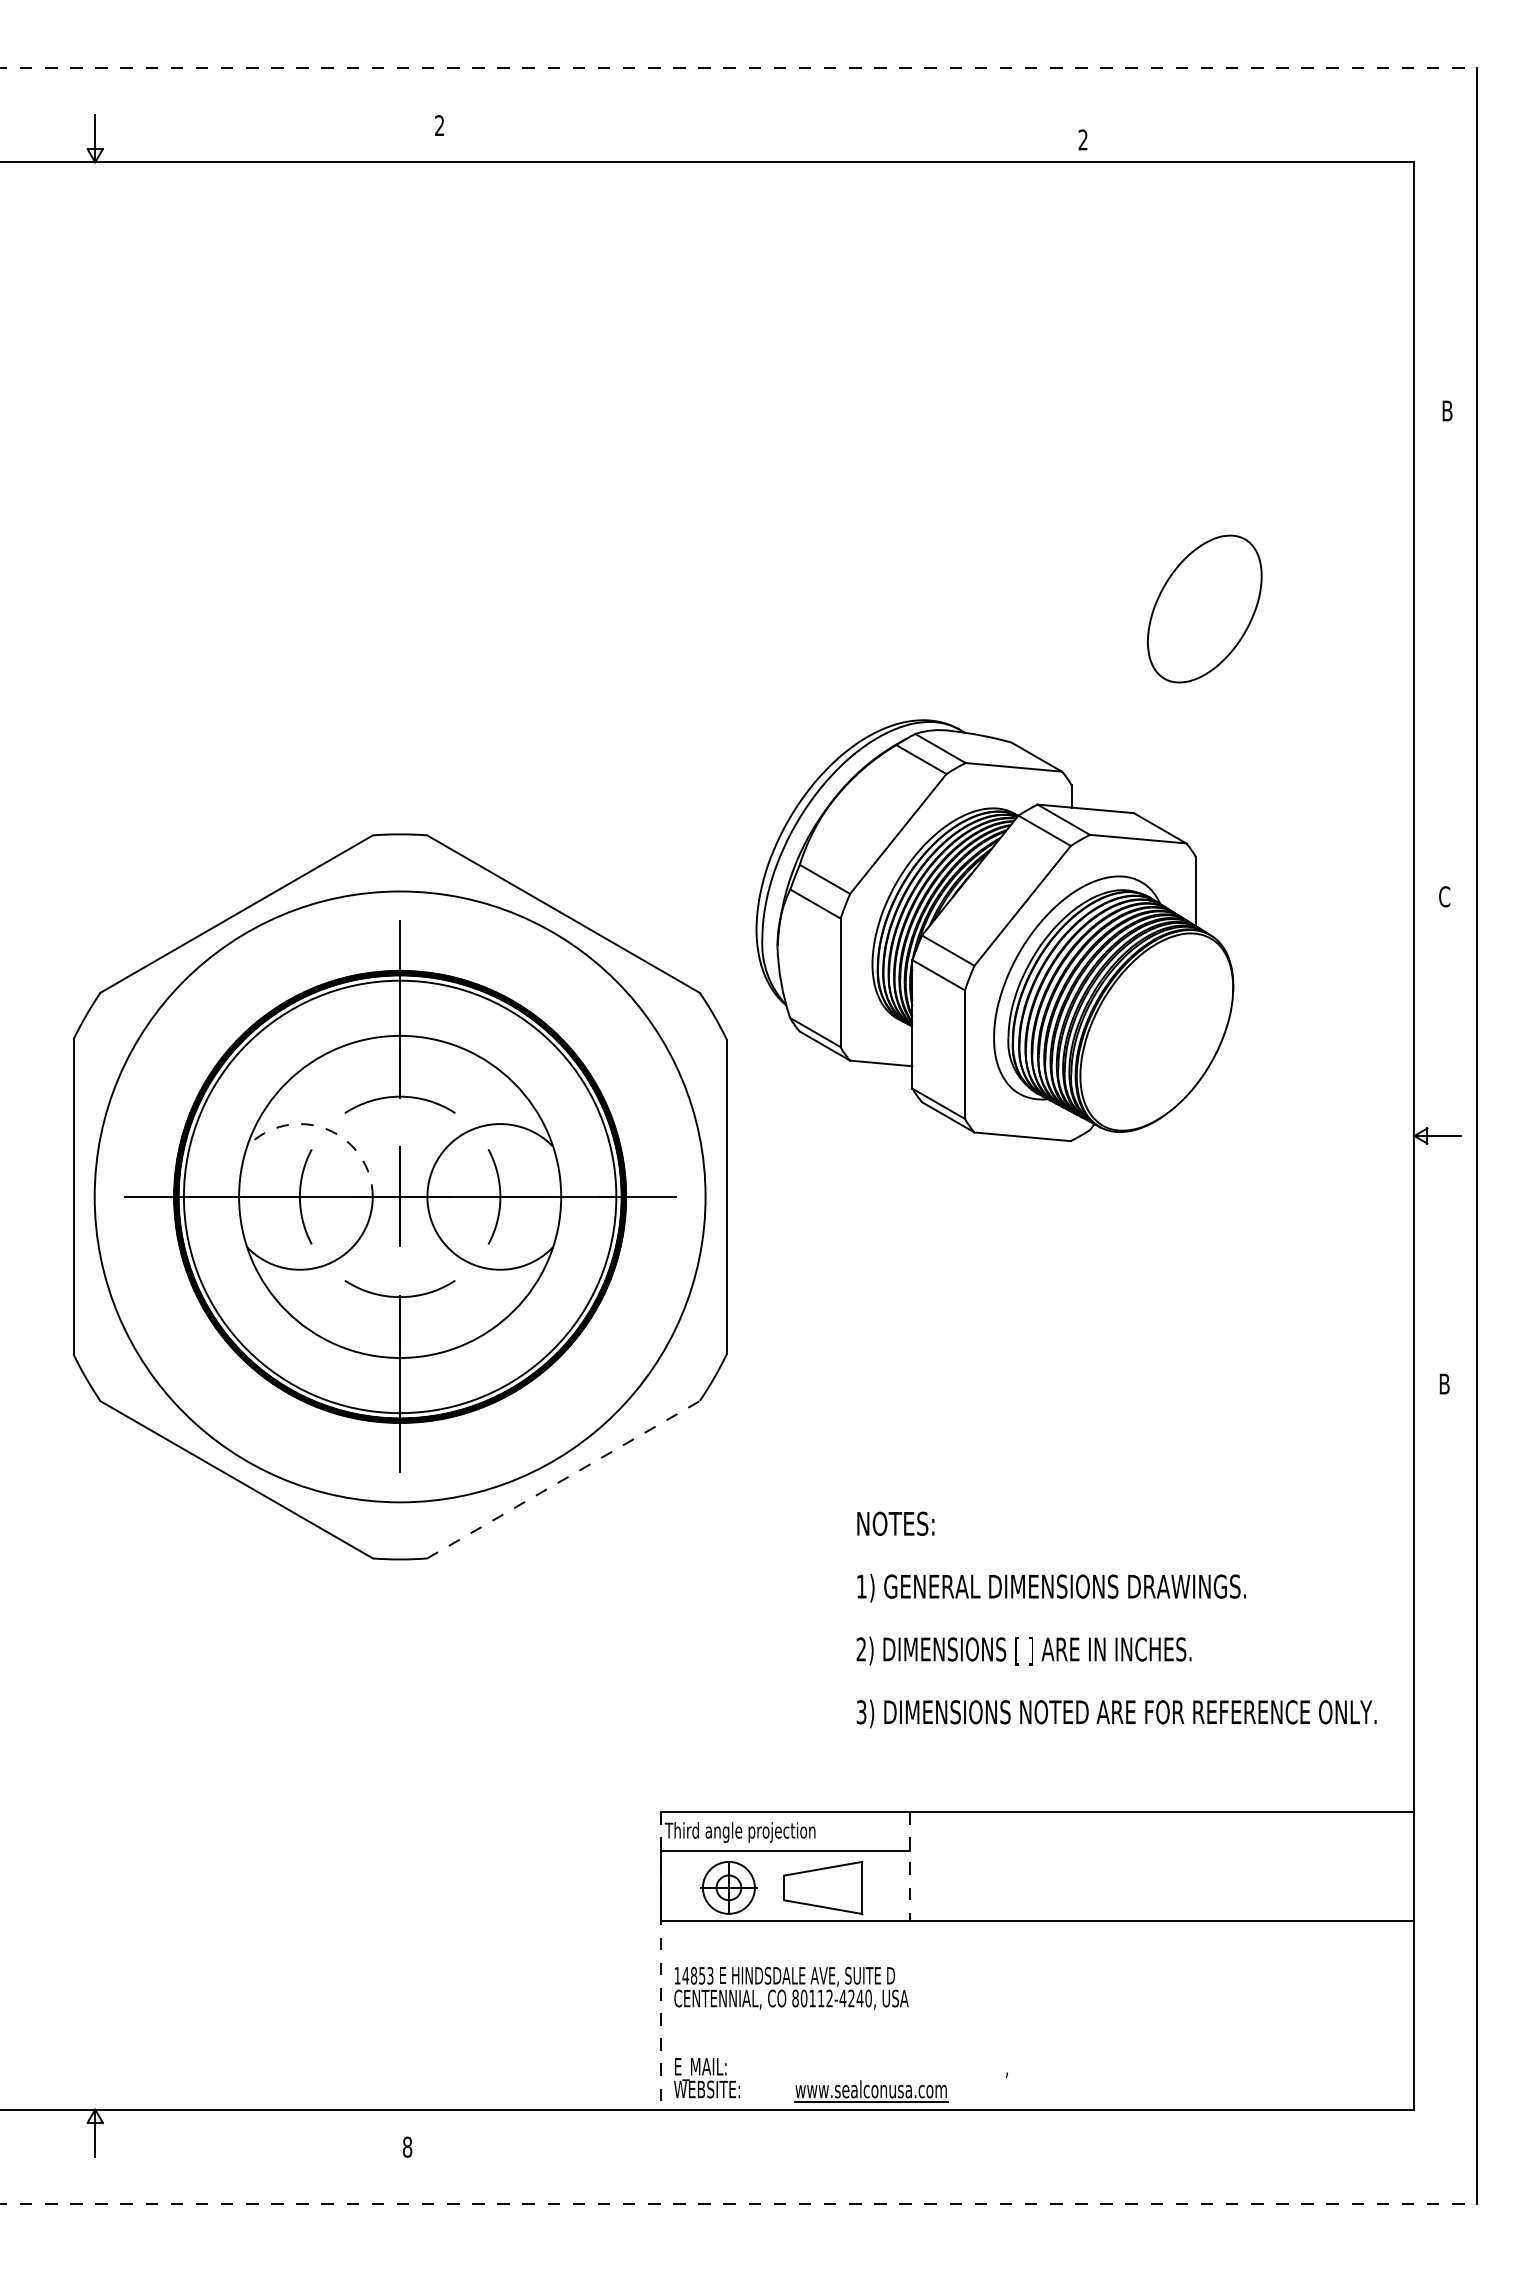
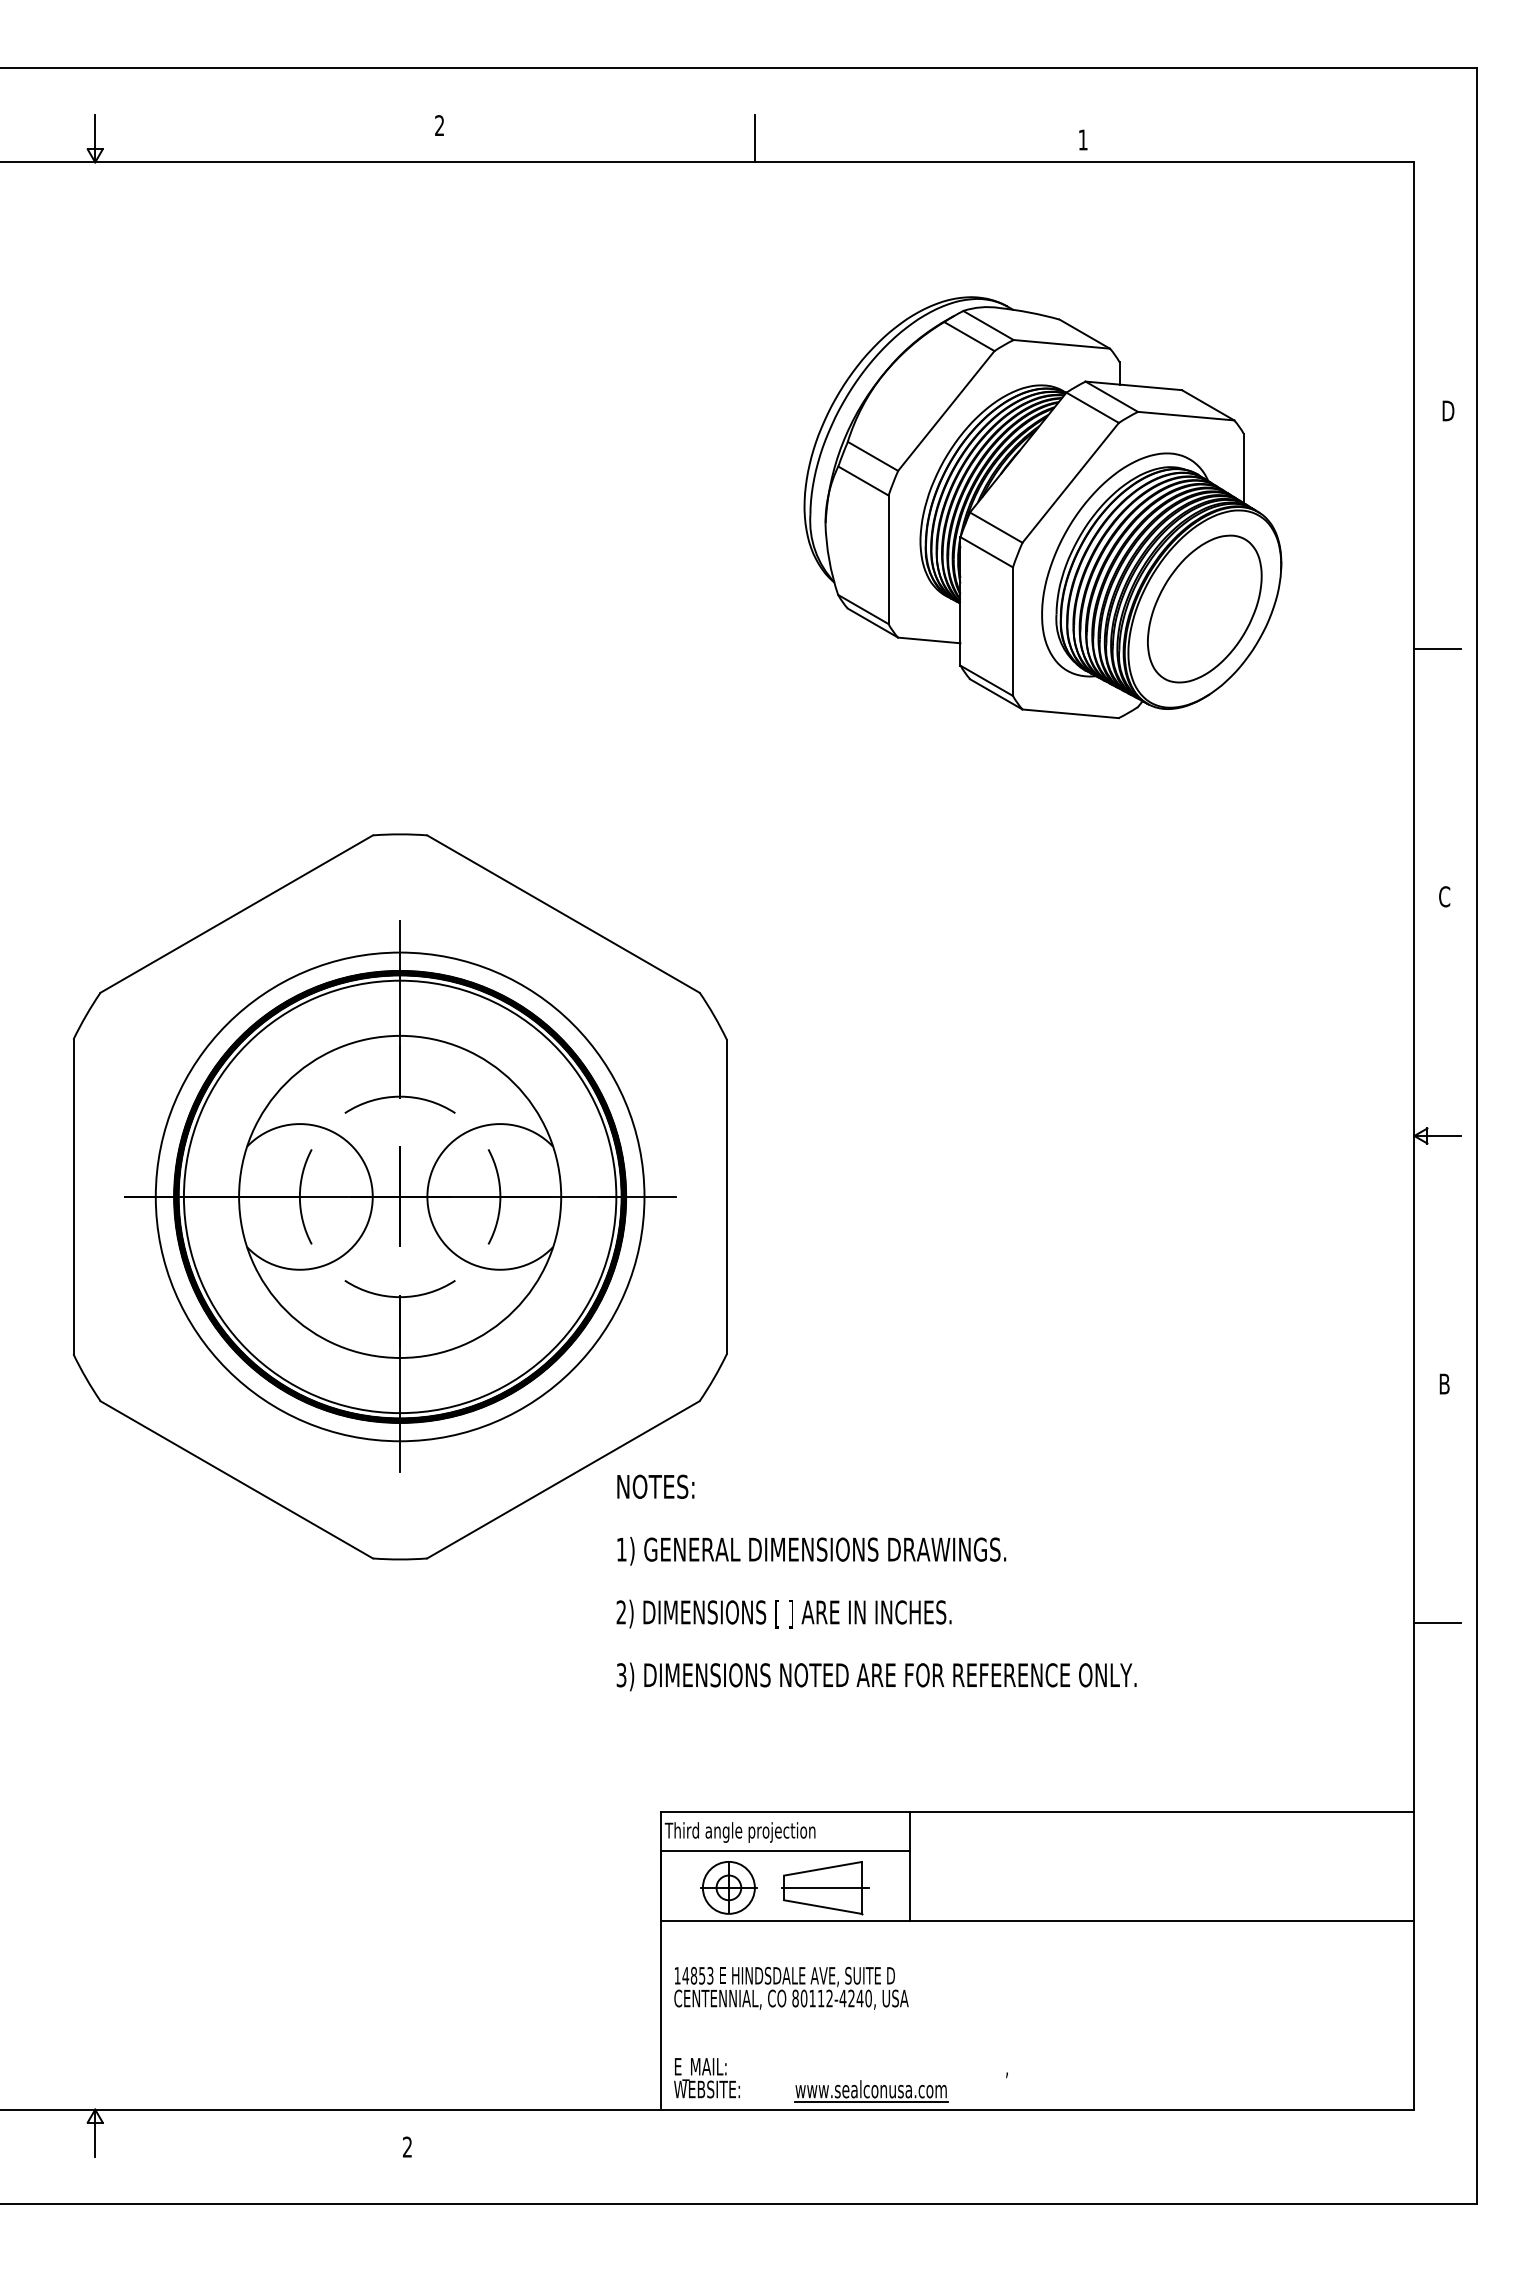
line at (739, 68): dashed -> solid
line at (754, 138): none -> present
text at (1082, 139): 2 -> 1
text at (1449, 411): B -> D
line at (1437, 649): none -> present
part at (994, 930) position: (994, 930) -> (1042, 507)
arc at (326, 1129): dashed -> solid
circle at (399, 1196) diameter: 611 px -> 489 px
line at (563, 1479): dashed -> solid
text at (1116, 1619) position: (1116, 1619) -> (876, 1582)
line at (1437, 1622): none -> present
line at (910, 1866): dashed -> solid
line at (824, 1887): none -> present
line at (661, 1959): dashed -> solid
text at (407, 2146): 8 -> 2
line at (739, 2203): dashed -> solid
